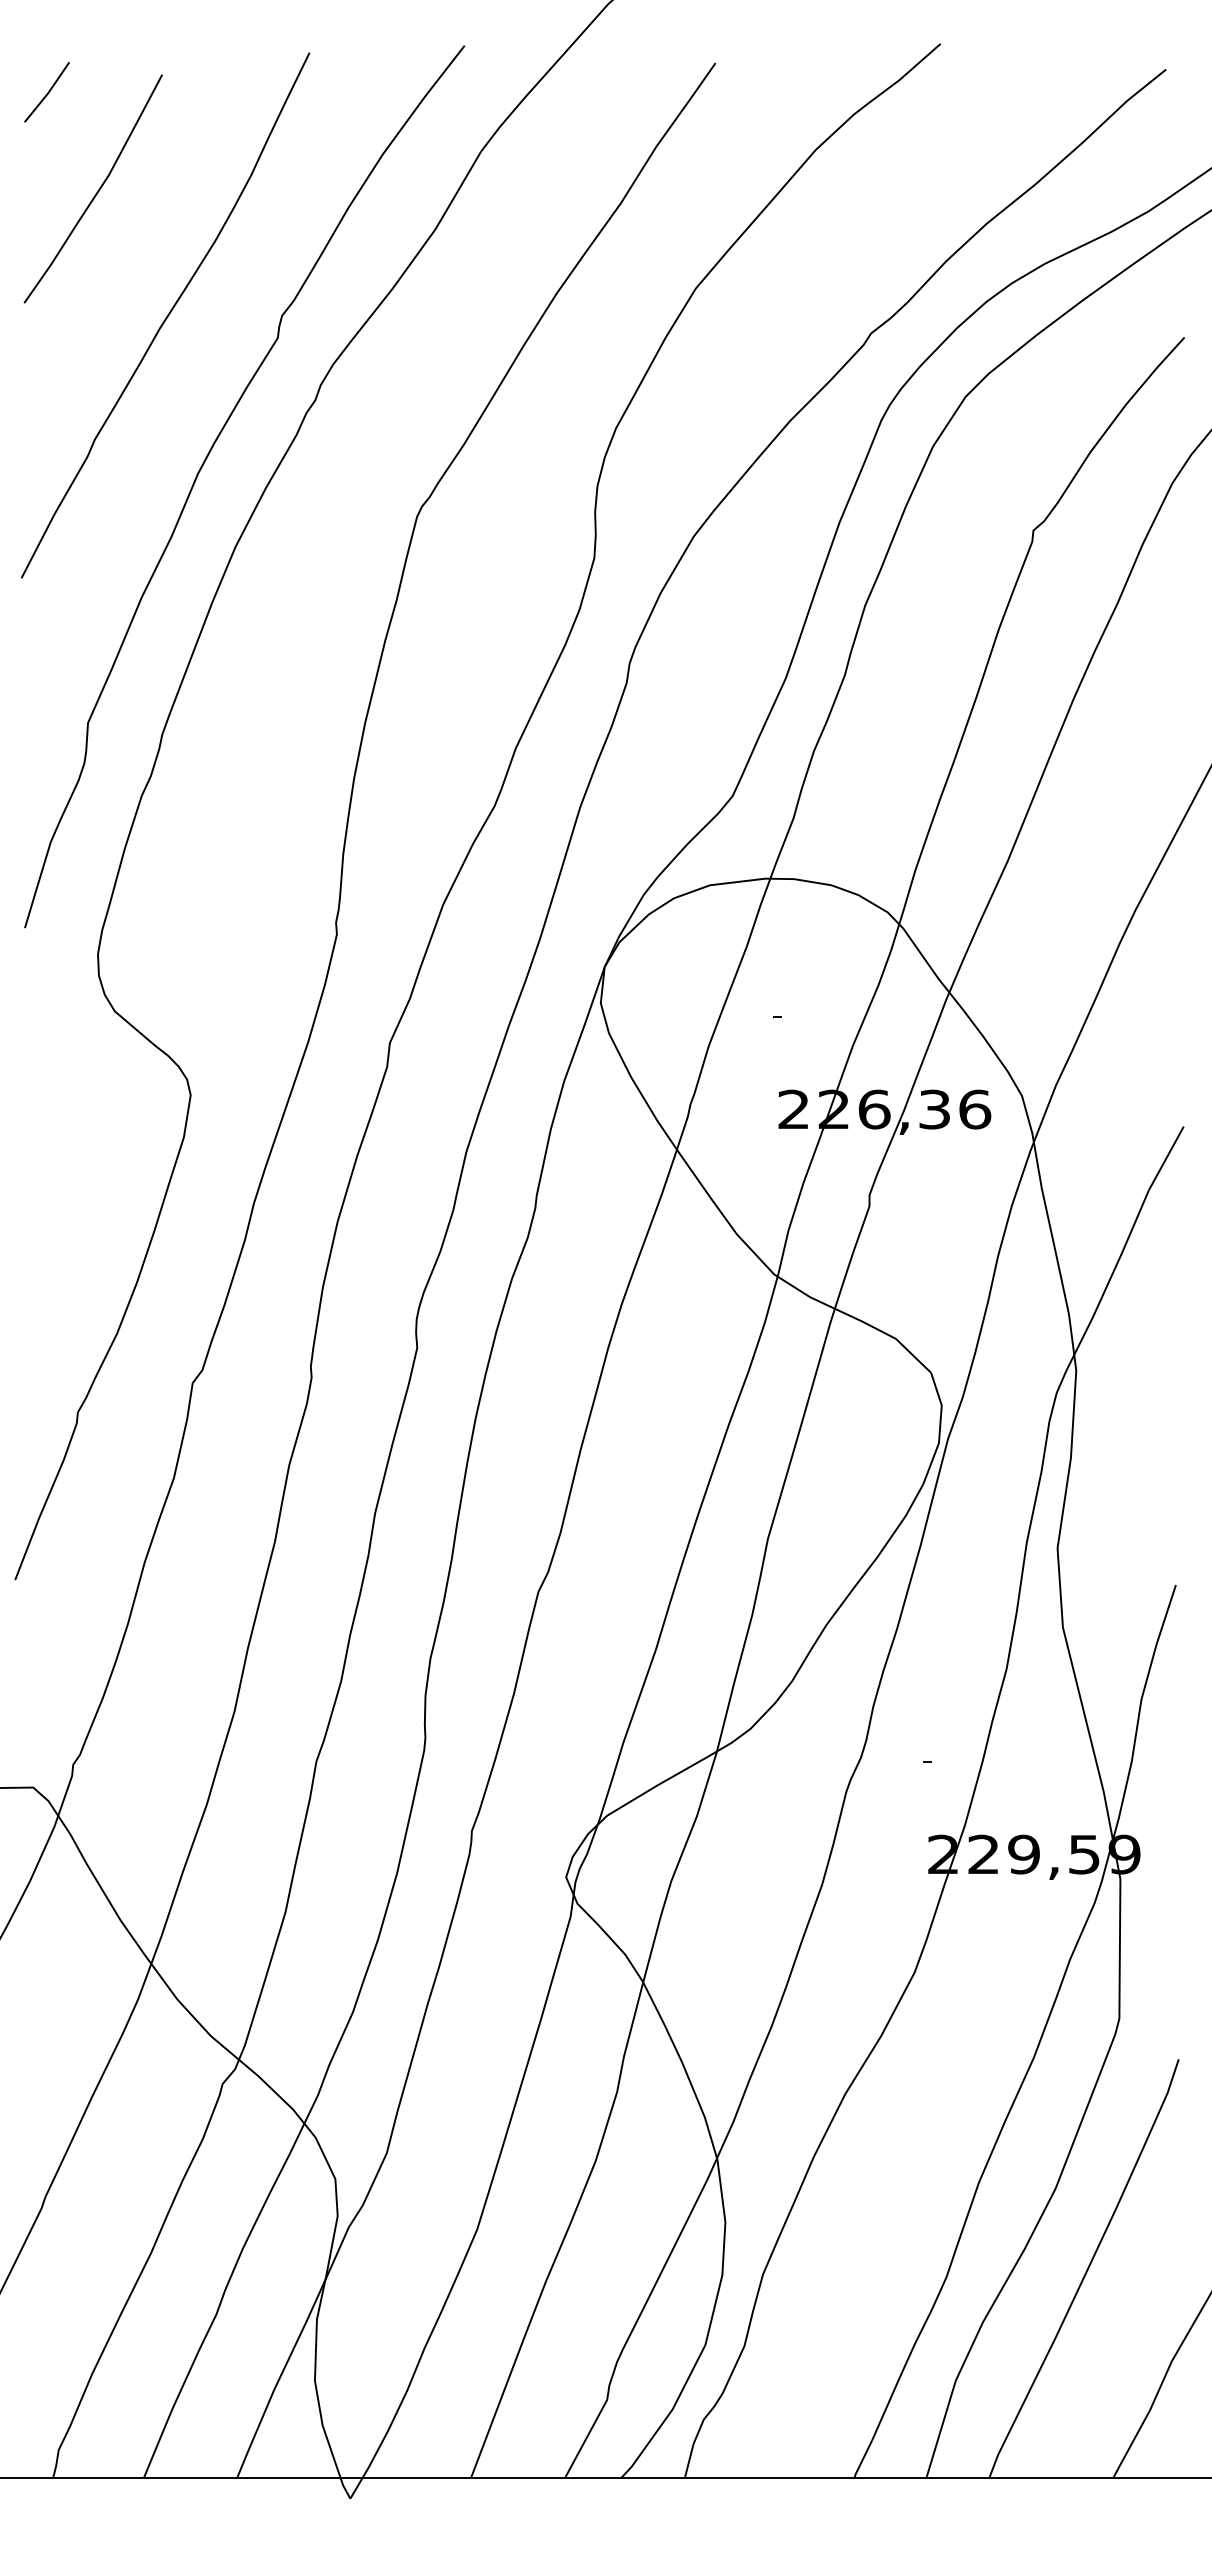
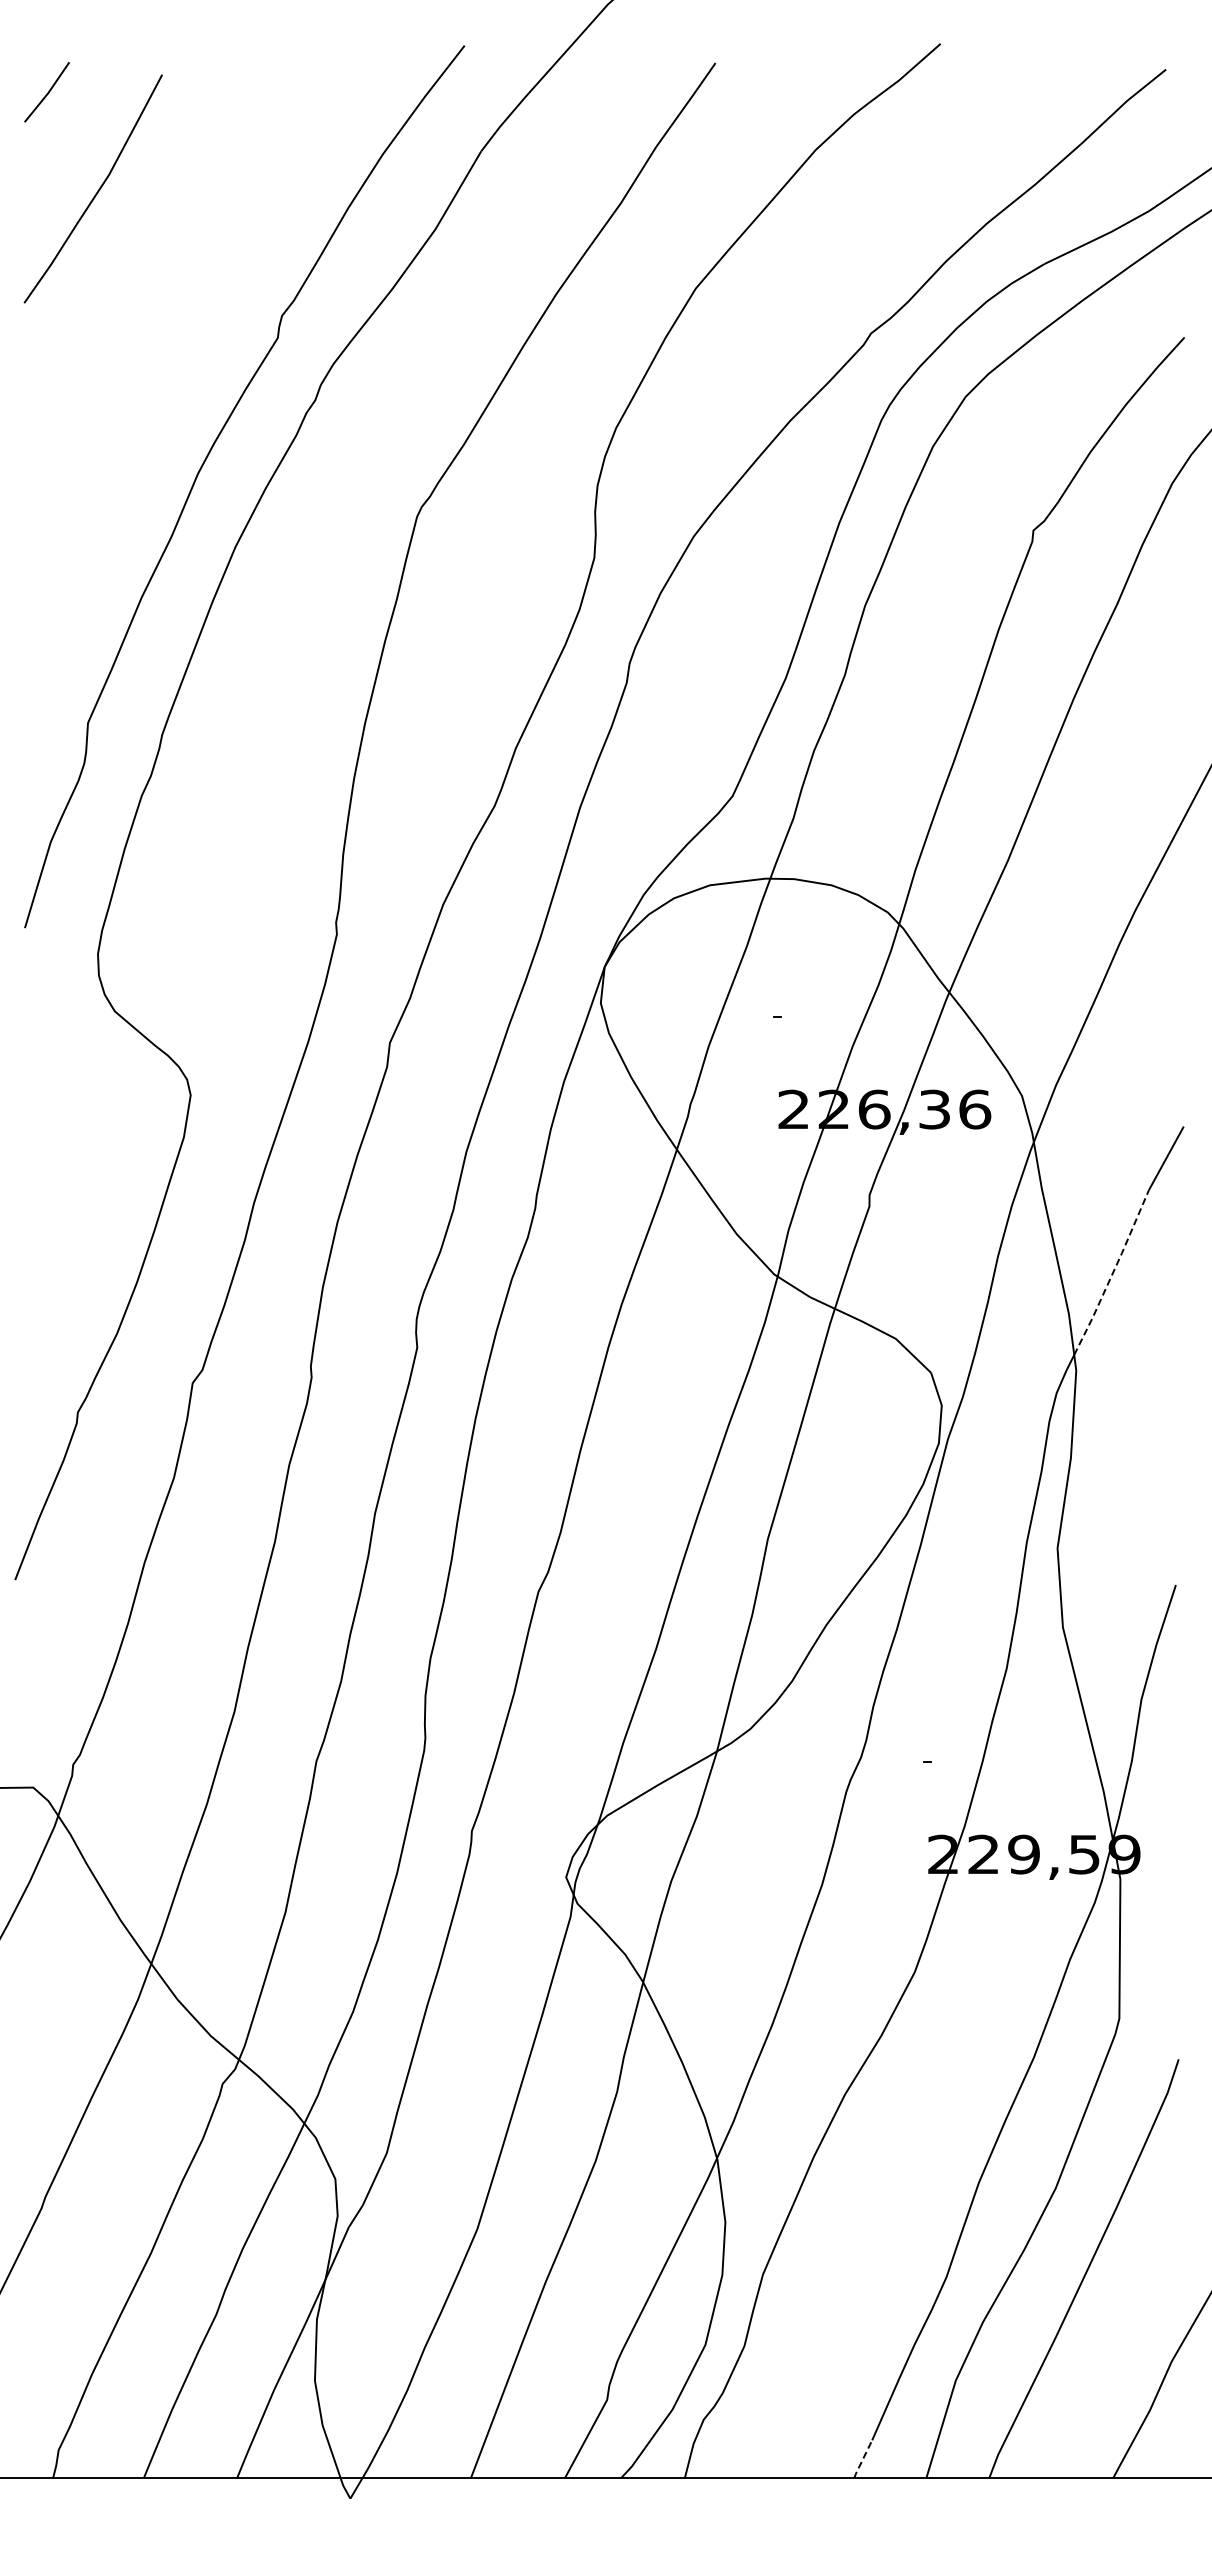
curve at (166, 316): present -> none
line at (1112, 1273): solid -> dashed
line at (862, 2459): solid -> dashed
